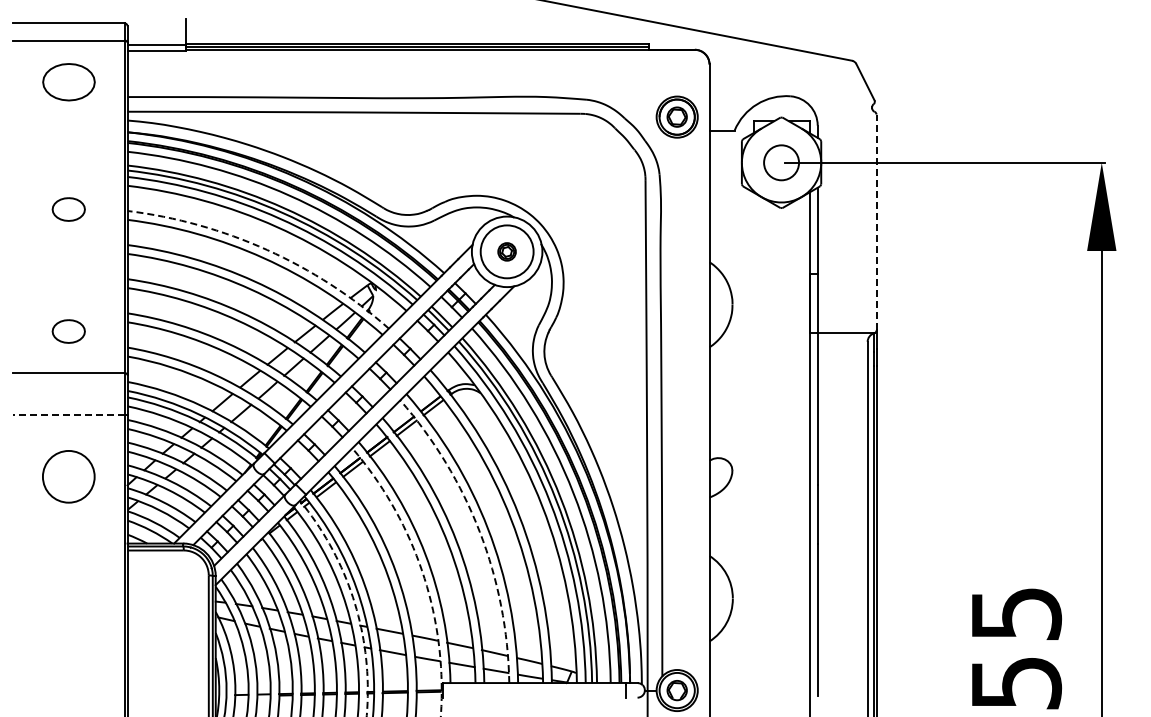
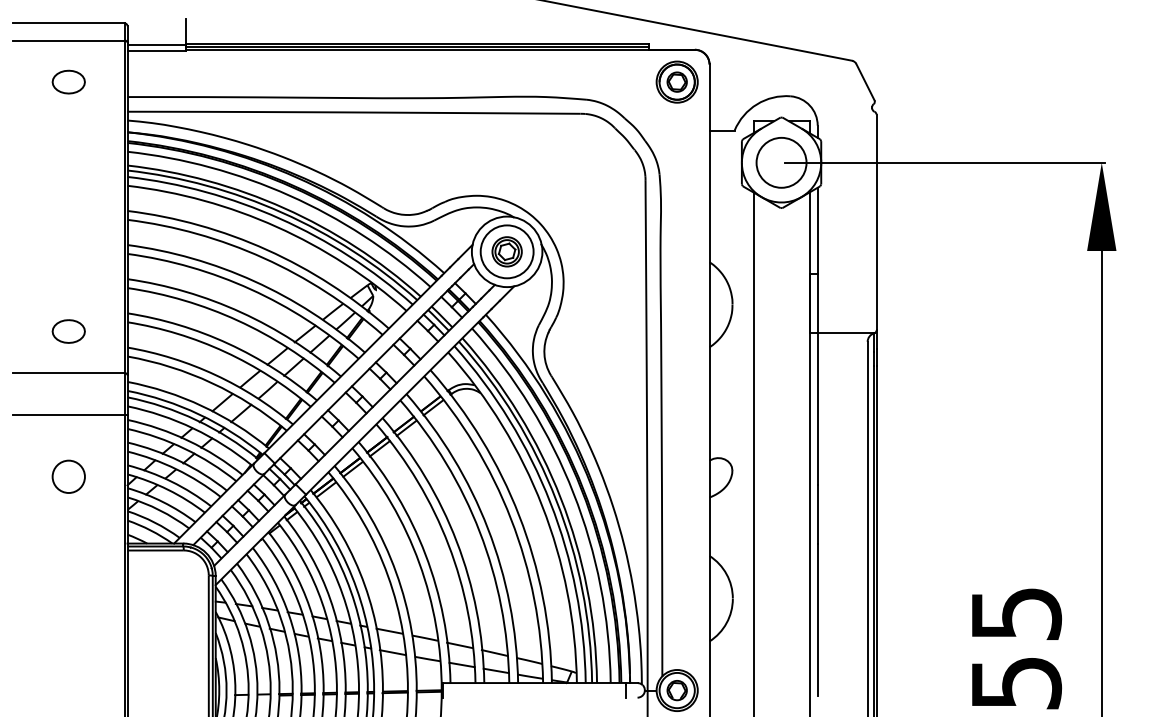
part at (68, 82) size: 54x39 px -> 35x26 px
part at (676, 116) position: (676, 116) -> (676, 81)
circle at (781, 162) diameter: 35 px -> 50 px
part at (68, 209): present -> none
line at (876, 222): dashed -> solid
arc at (267, 249): dashed -> solid
part at (506, 251) size: 20x20 px -> 32x32 px
line at (68, 414): dashed -> solid
line at (753, 452): none -> present
circle at (68, 476) diameter: 52 px -> 32 px
arc at (479, 532): dashed -> solid
arc at (423, 575): dashed -> solid
arc at (354, 602): dashed -> solid
